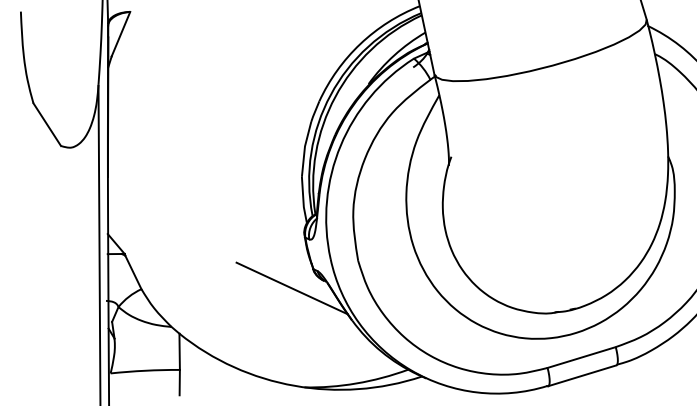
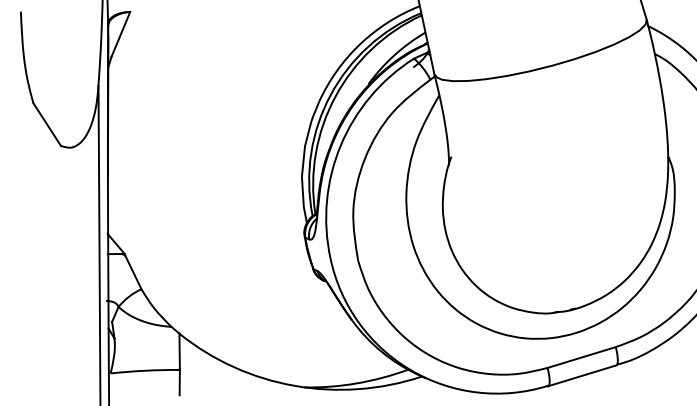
line at (291, 288): present -> none
